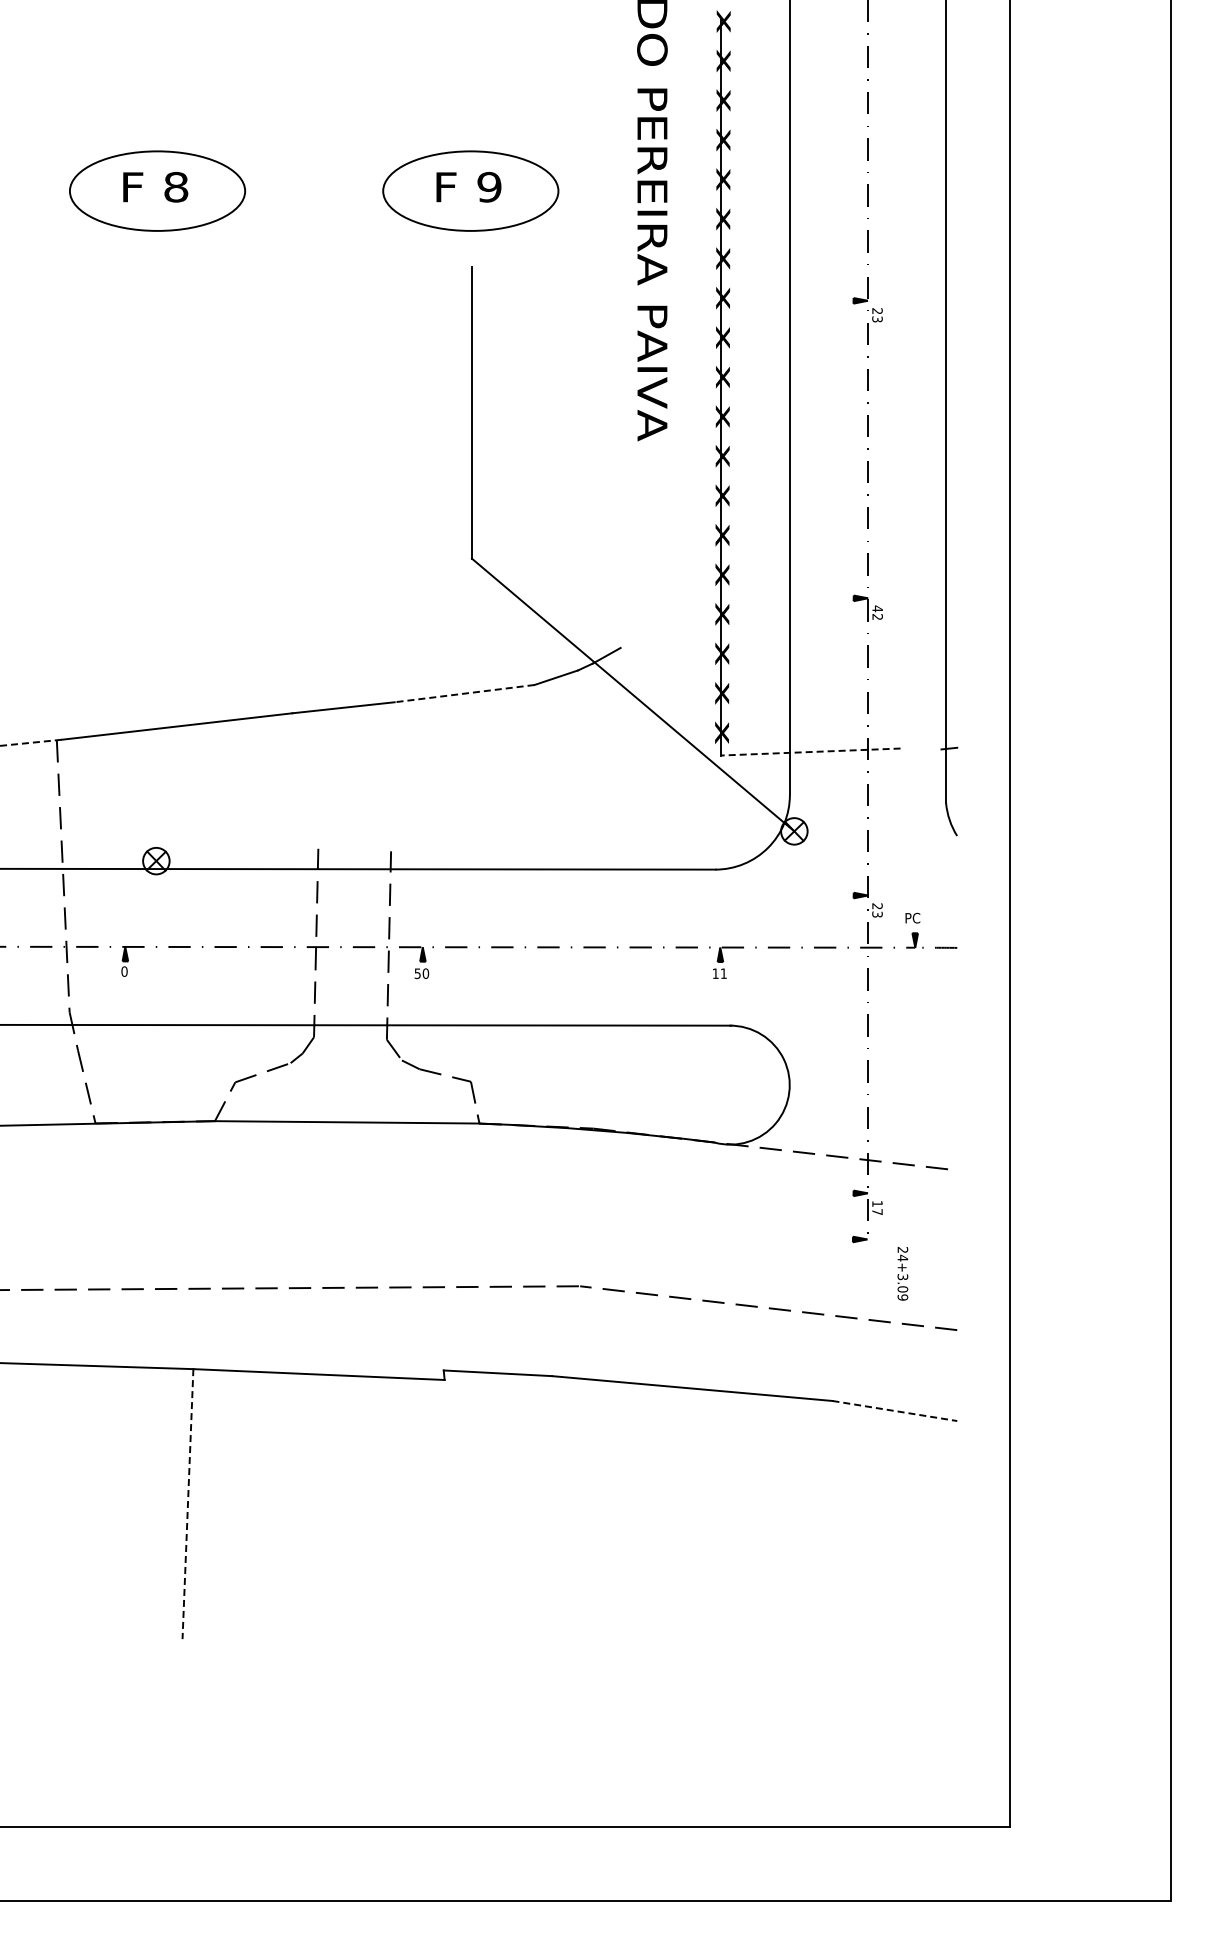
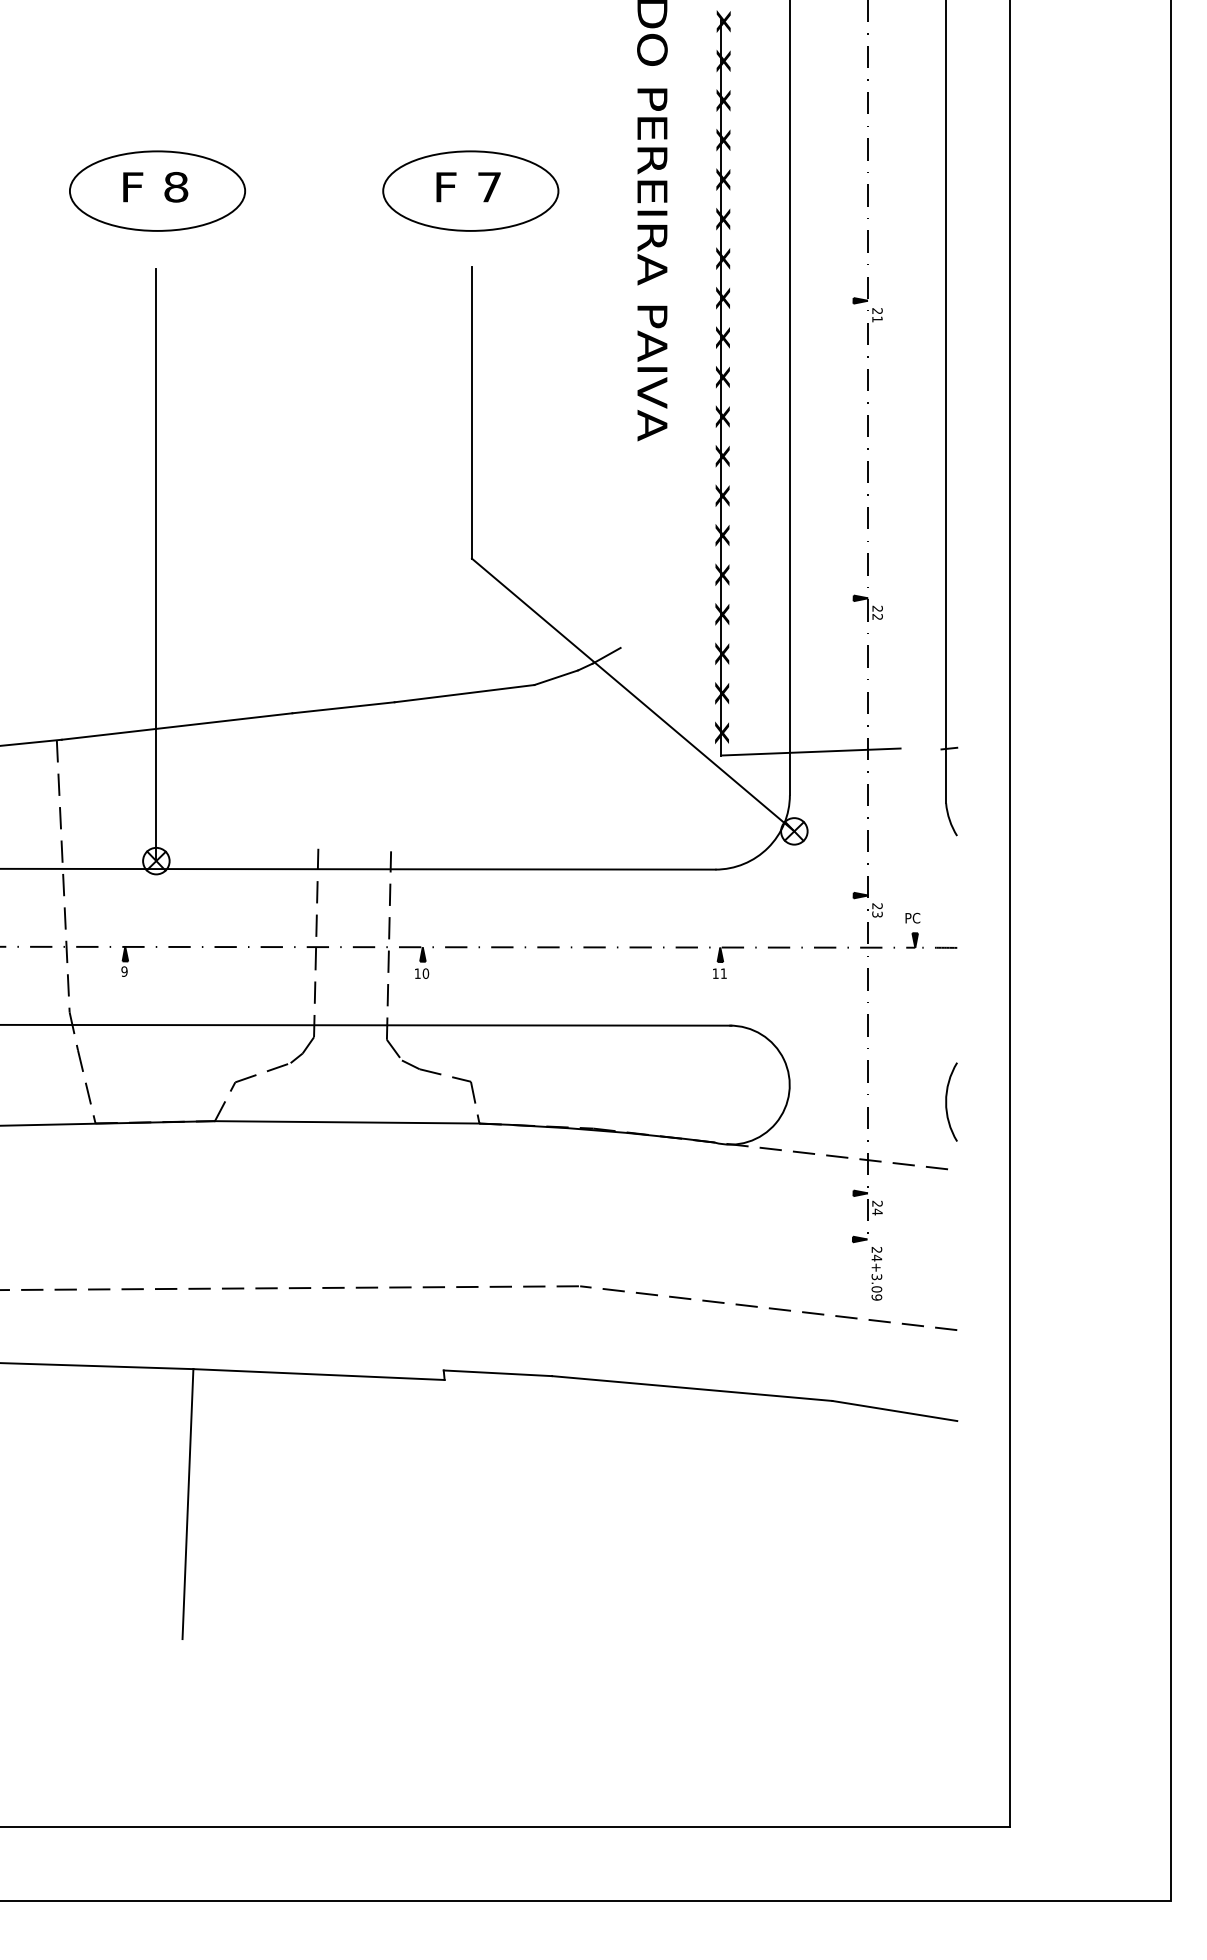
text at (489, 186): 9 -> 7
text at (877, 319): 23 -> 21
line at (156, 564): none -> present
text at (877, 608): 42 -> 22
line at (464, 693): dashed -> solid
line at (30, 742): dashed -> solid
line at (810, 752): dashed -> solid
text at (124, 971): 0 -> 9
text at (417, 973): 50 -> 10
arc at (947, 1101): none -> present
text at (877, 1207): 17 -> 24
text at (902, 1273) position: (902, 1273) -> (876, 1273)
line at (895, 1411): dashed -> solid
line at (187, 1504): dashed -> solid
